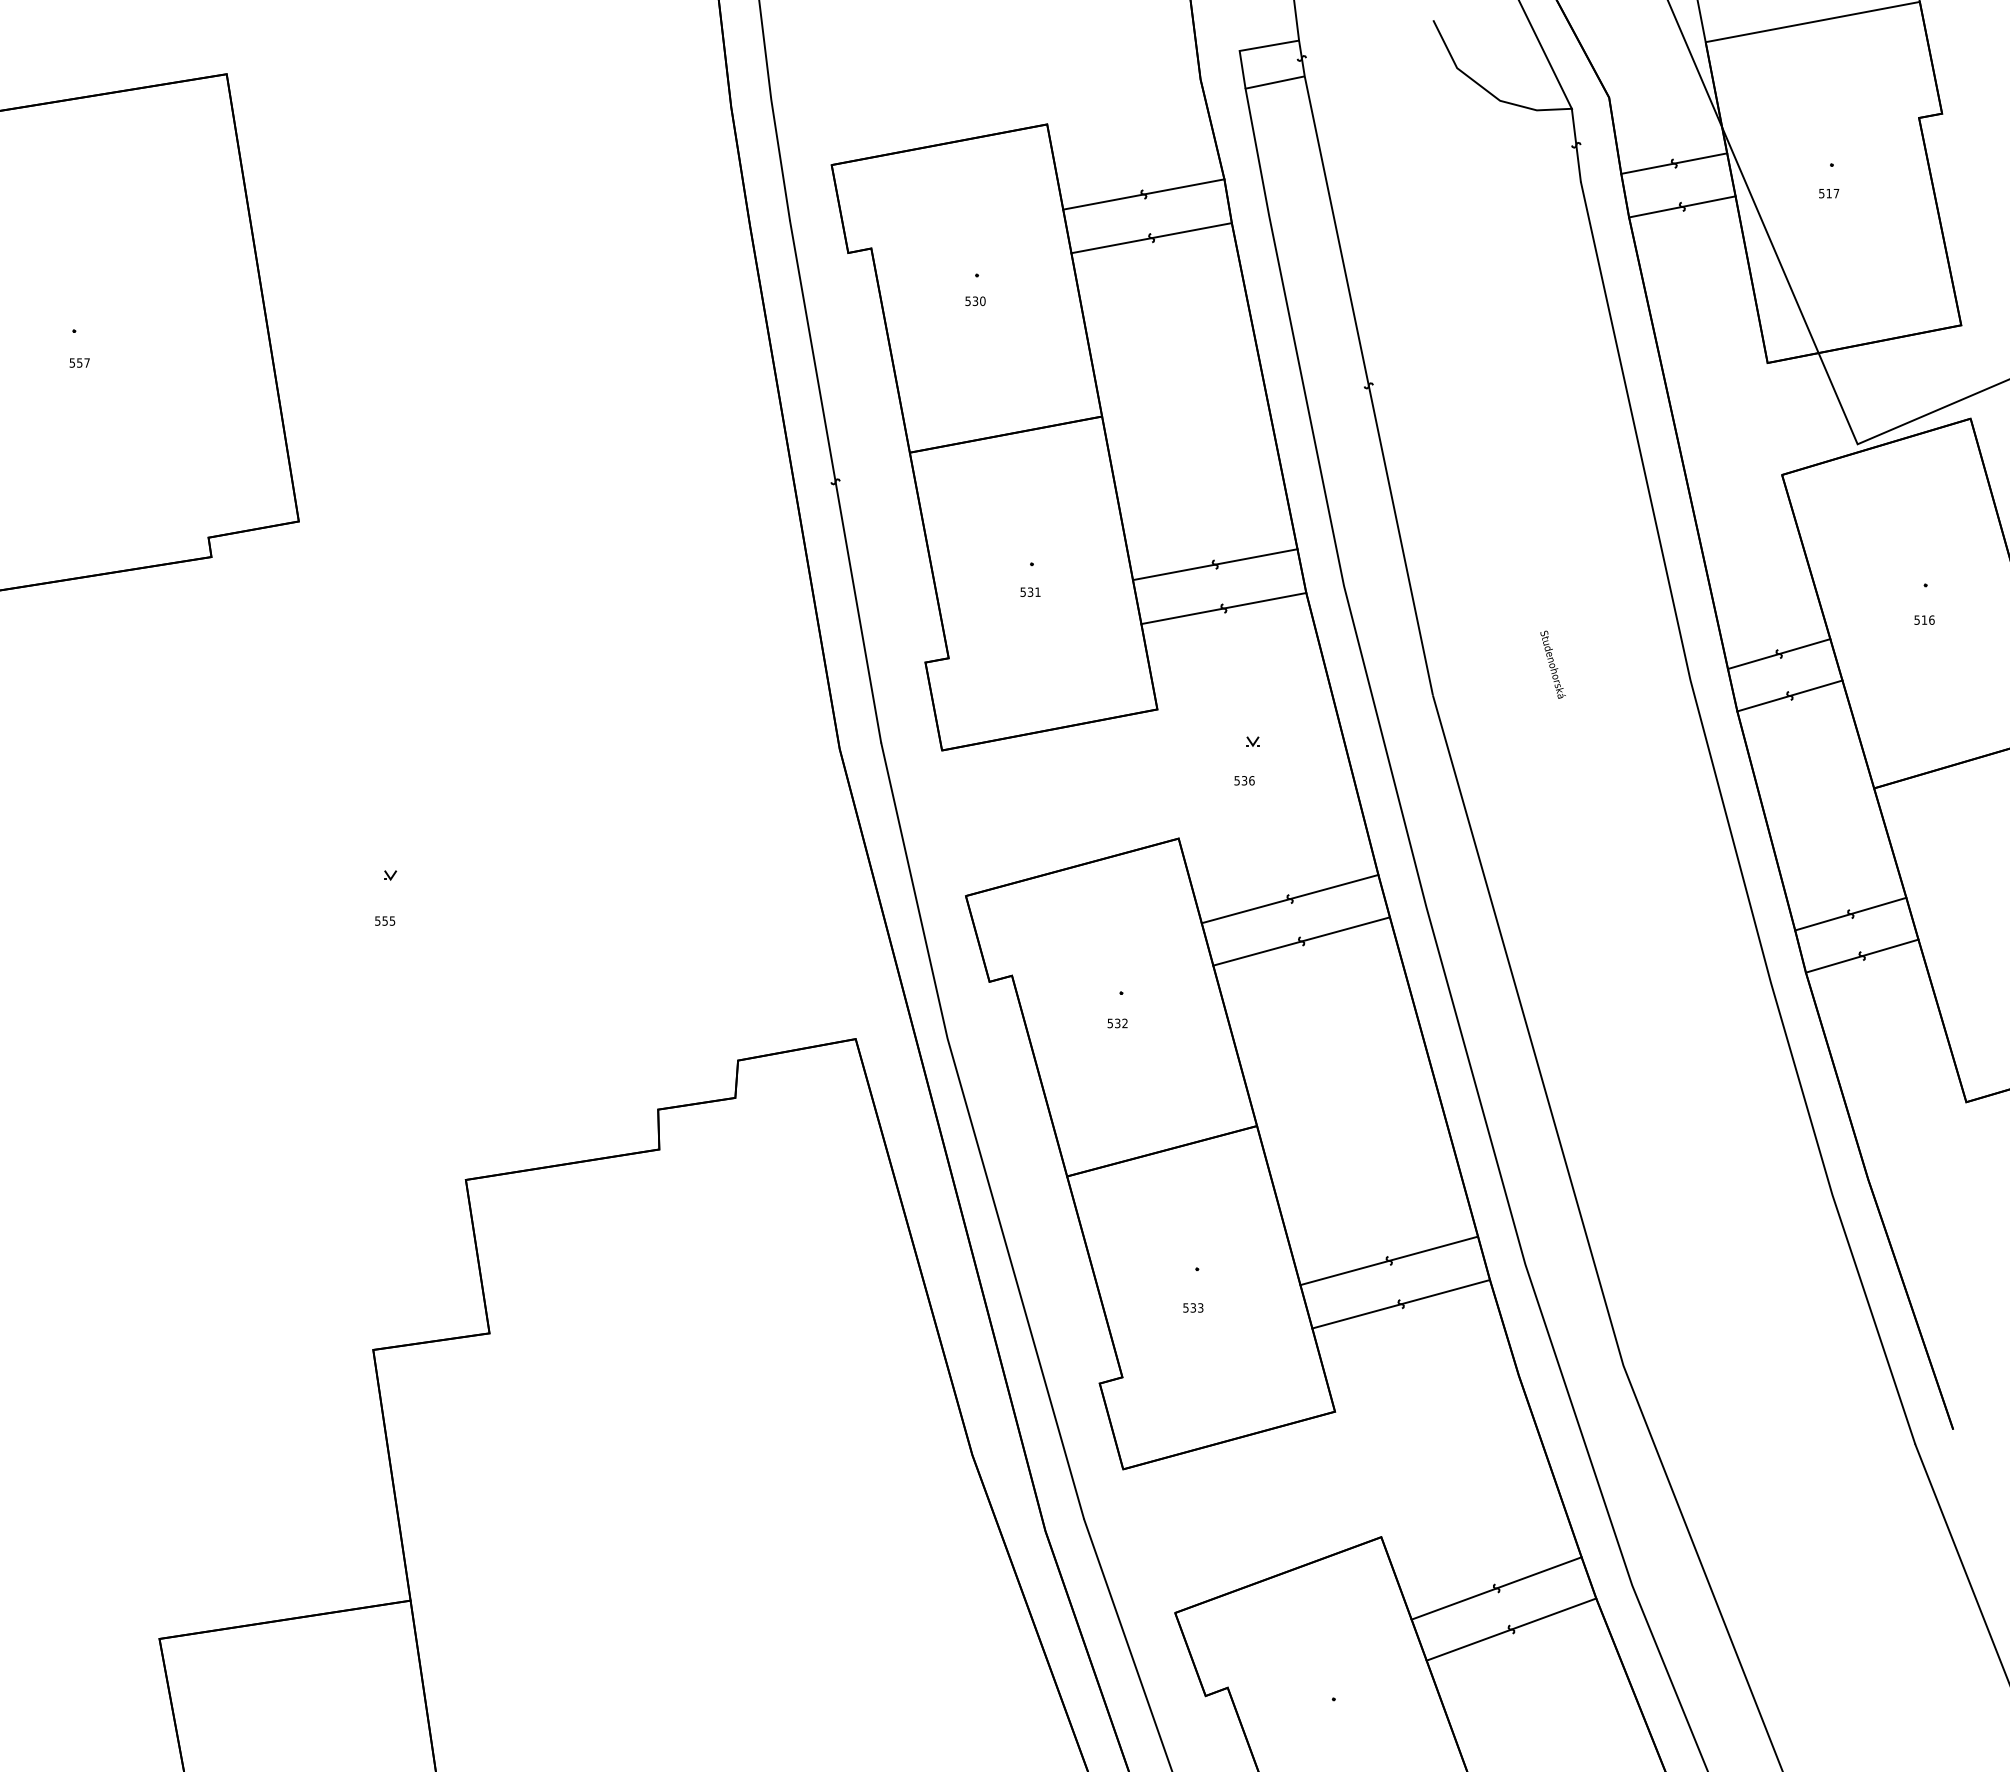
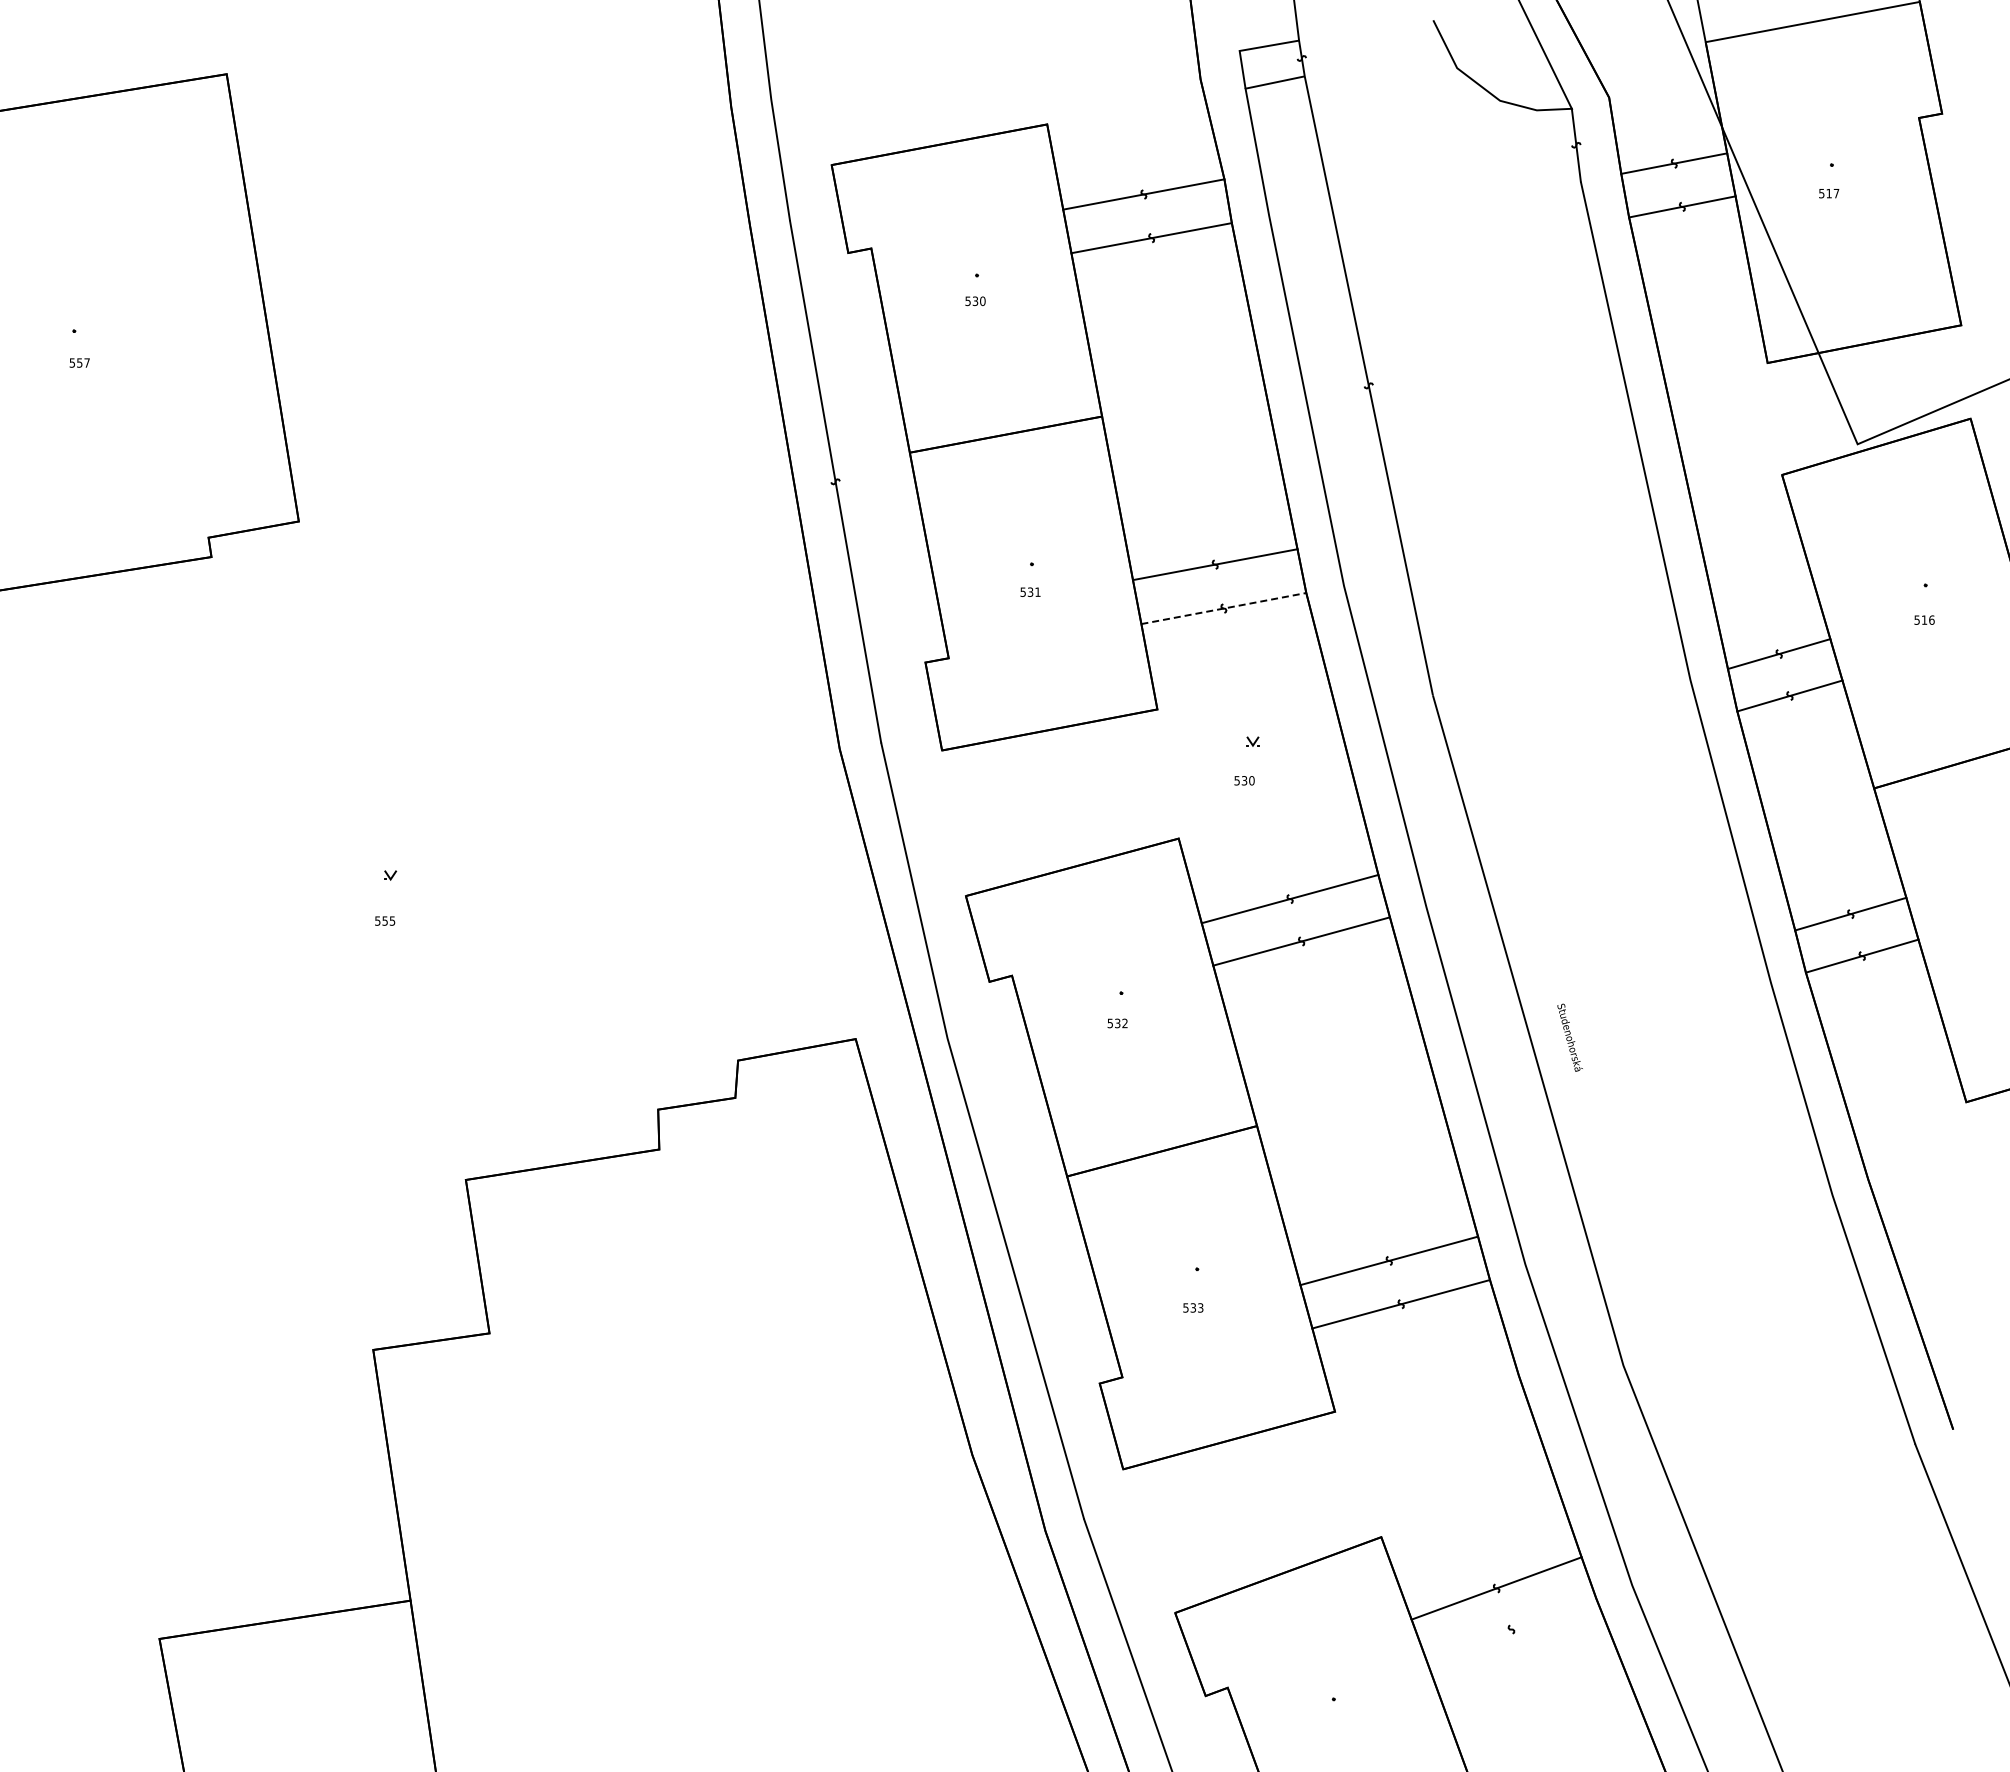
line at (1223, 608): solid -> dashed
text at (1552, 664) position: (1552, 664) -> (1569, 1037)
text at (1251, 780): 536 -> 530
line at (1511, 1629): present -> none
